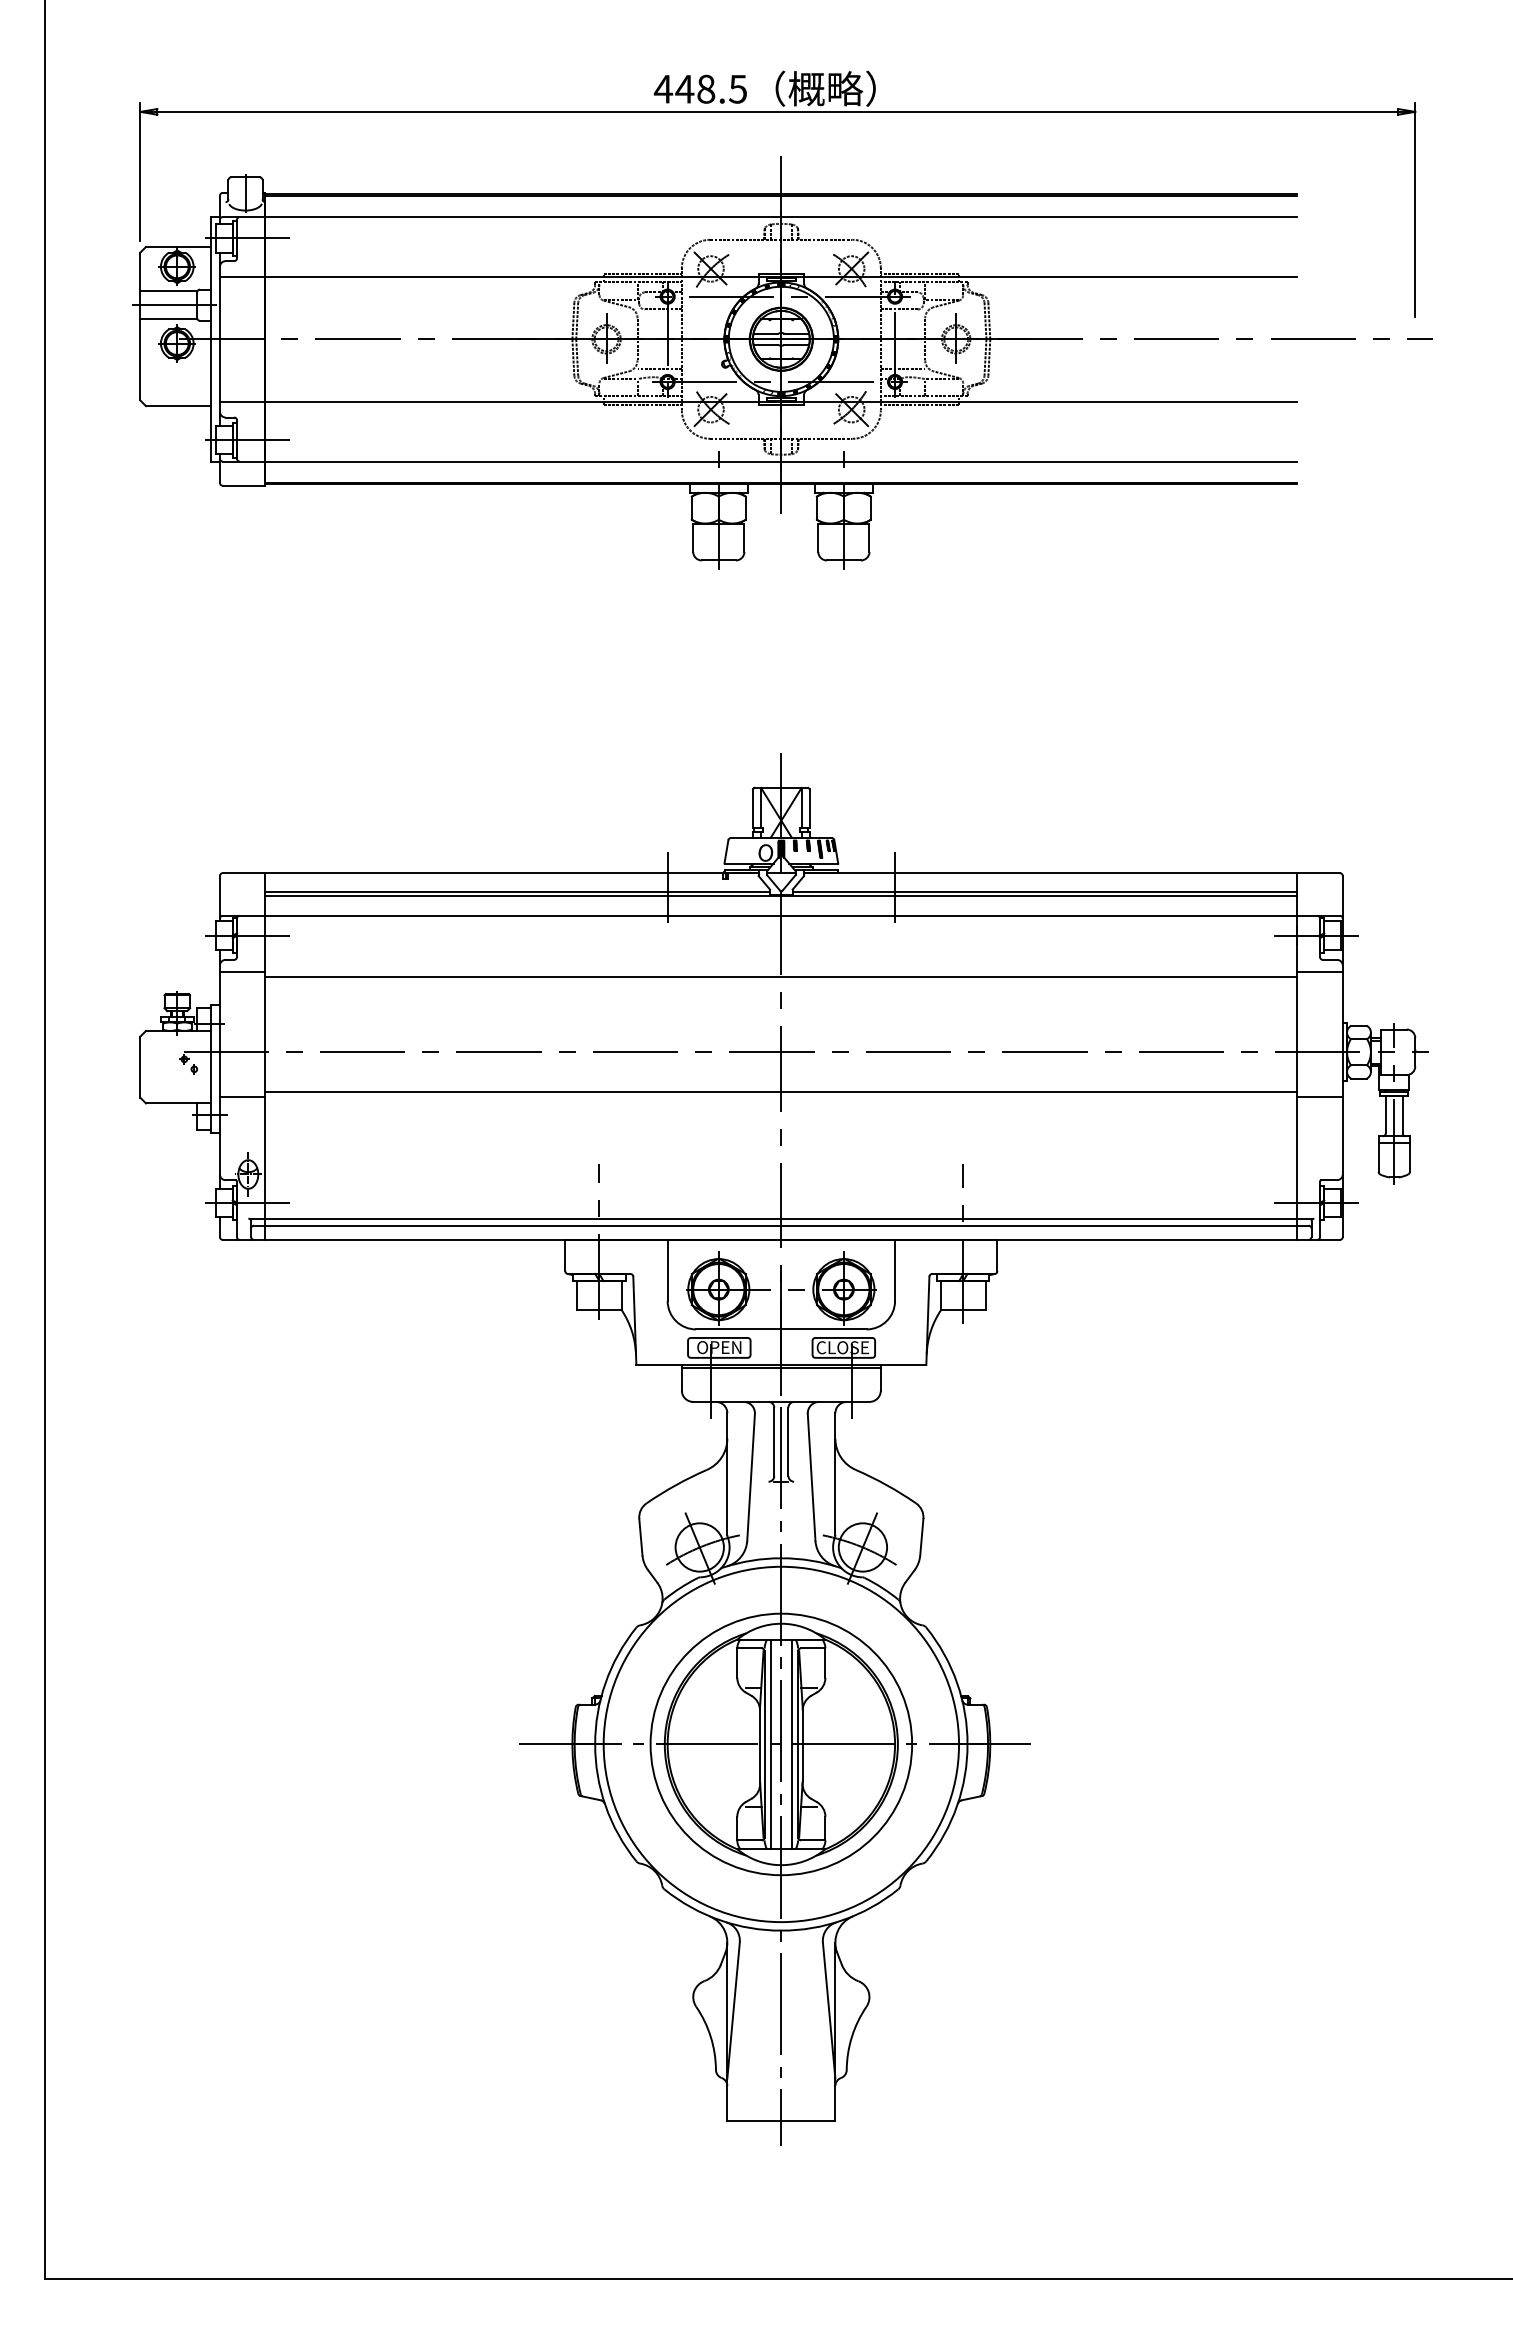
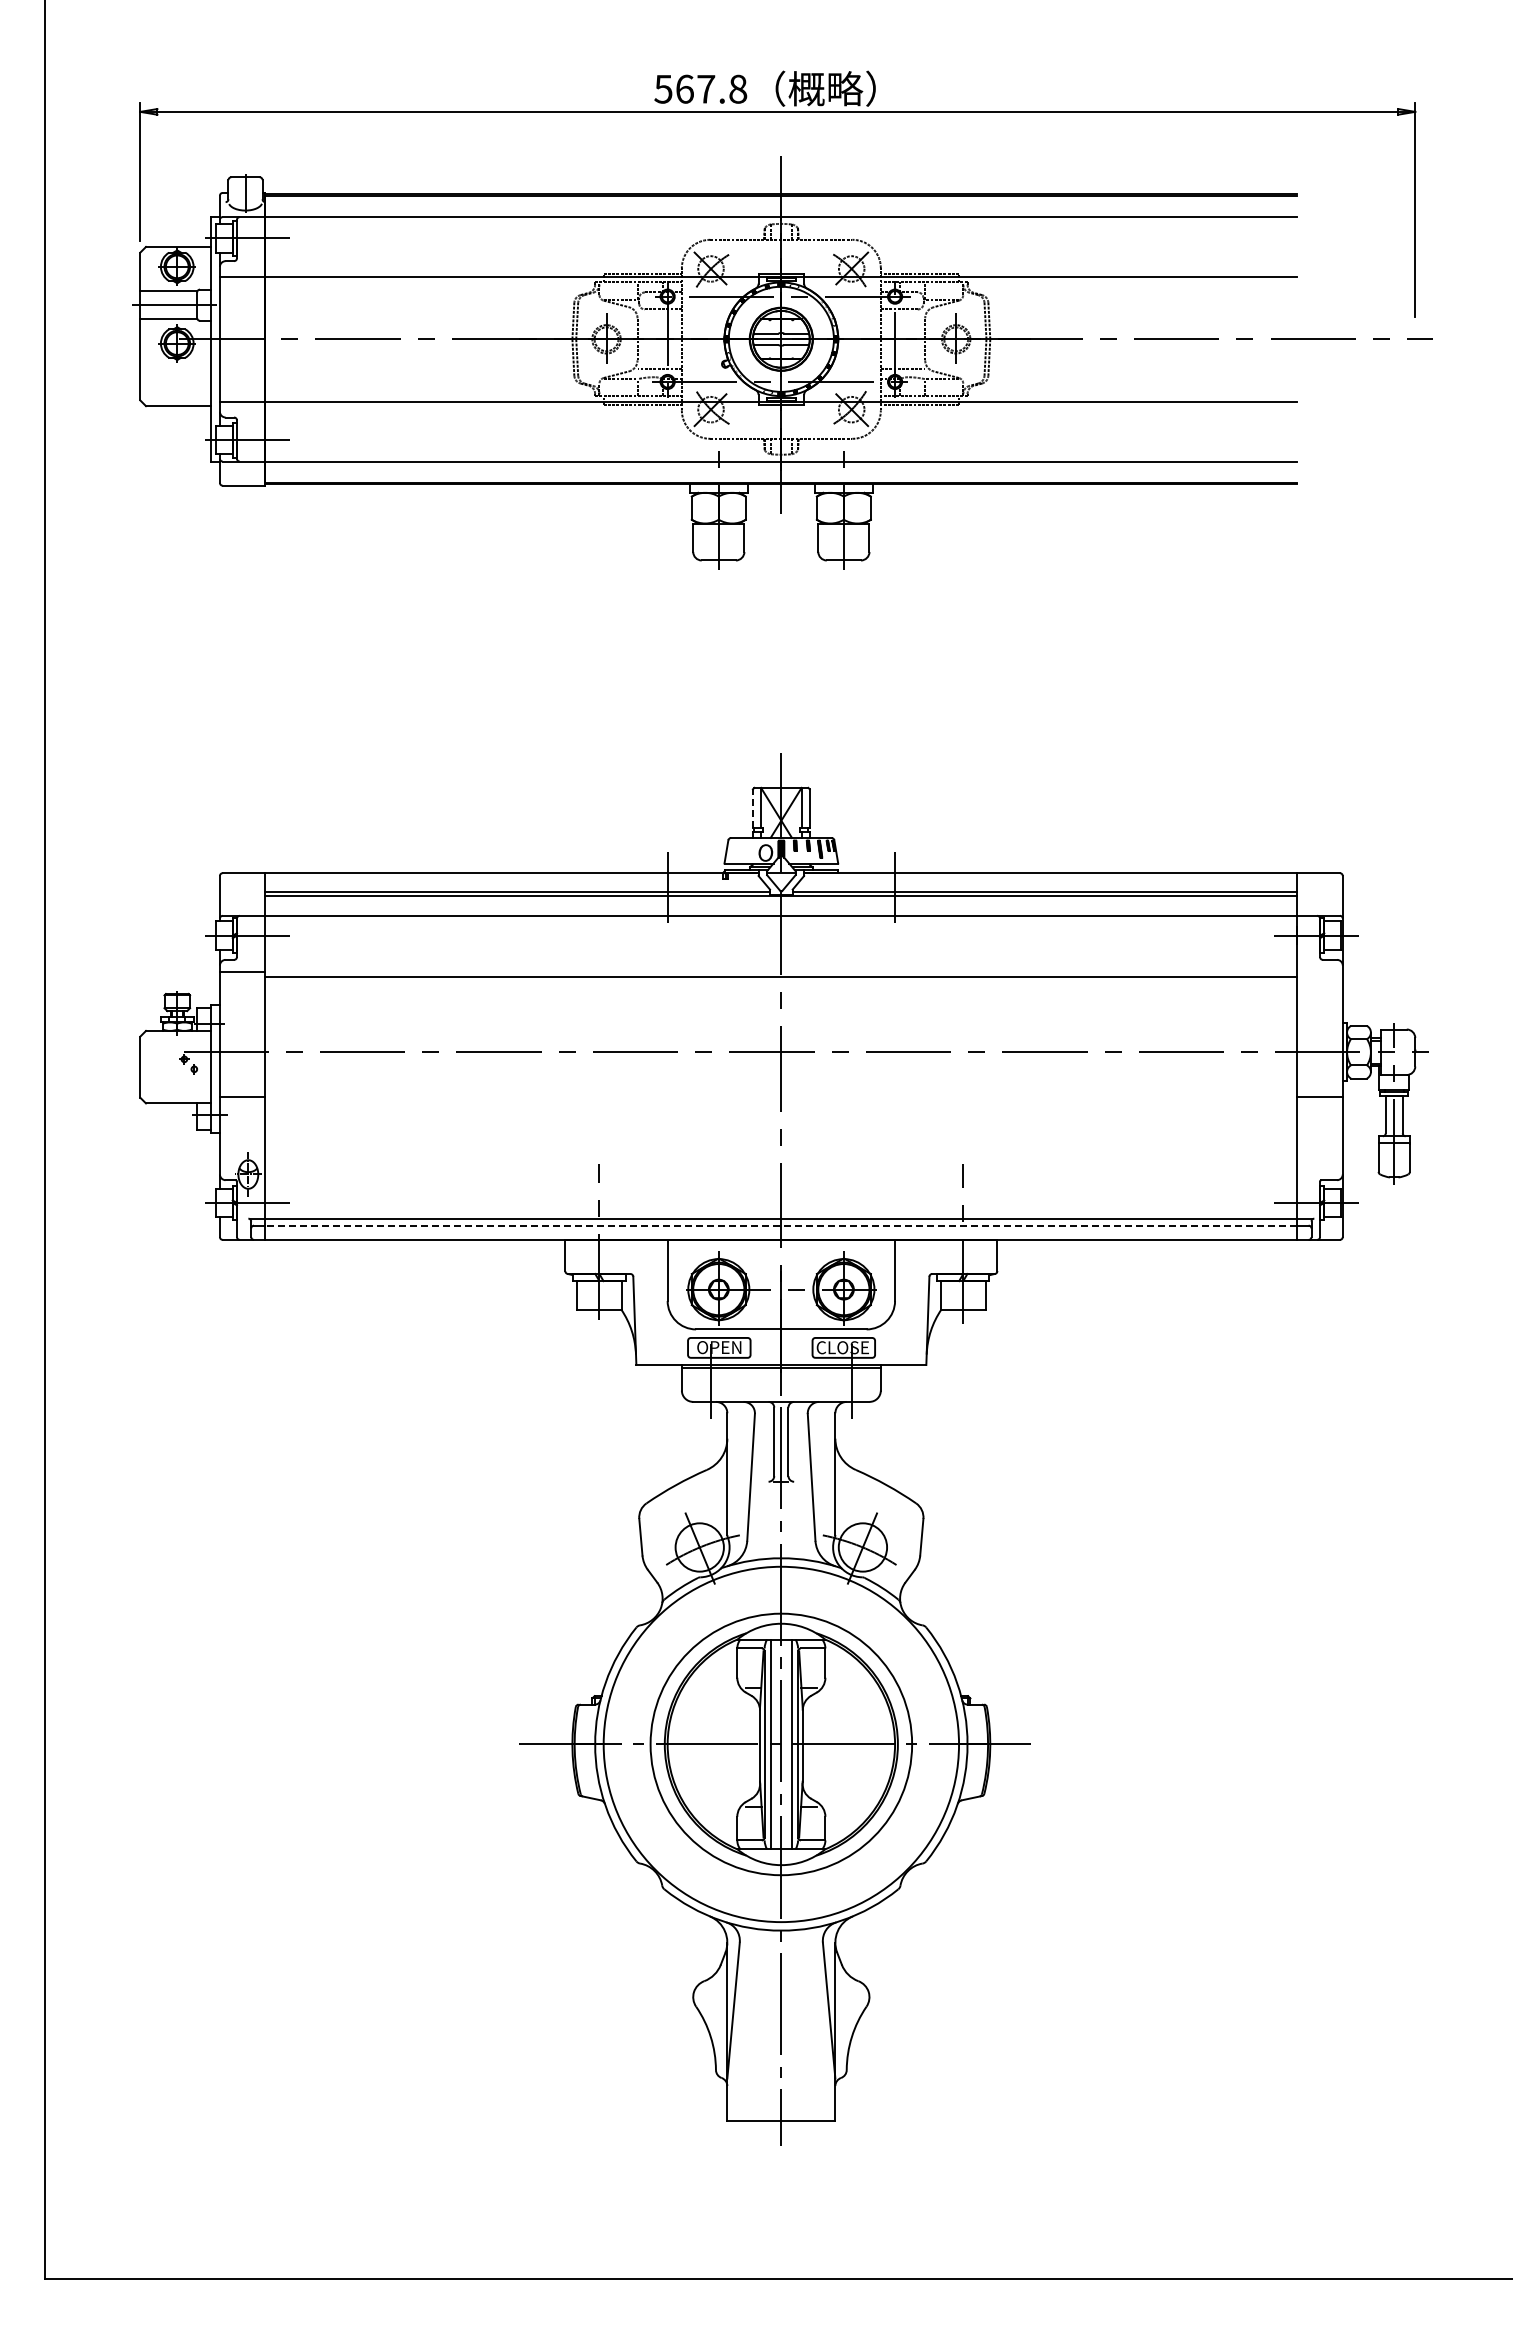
text at (700, 88): 448.5 -> 567.8
line at (752, 808): solid -> dashed
line at (1319, 971): present -> none
line at (781, 1092): present -> none
line at (781, 1225): solid -> dashed
